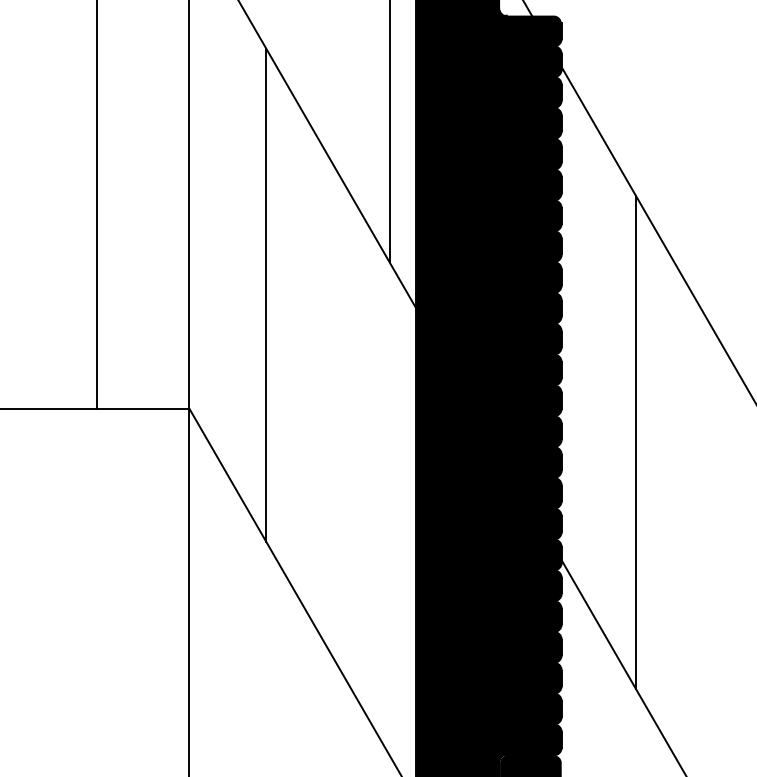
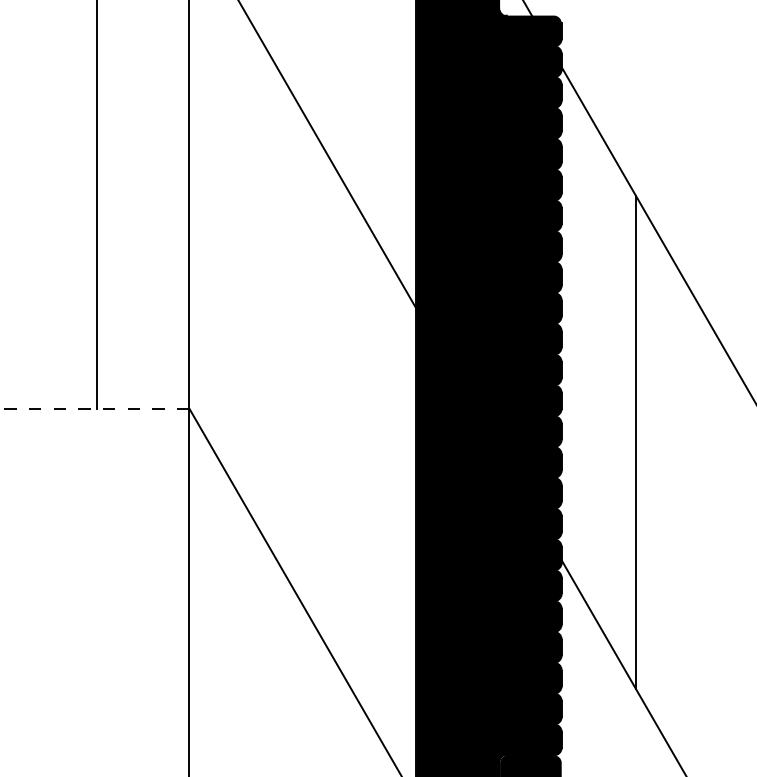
line at (389, 132): present -> none
line at (266, 295): present -> none
line at (94, 408): solid -> dashed
